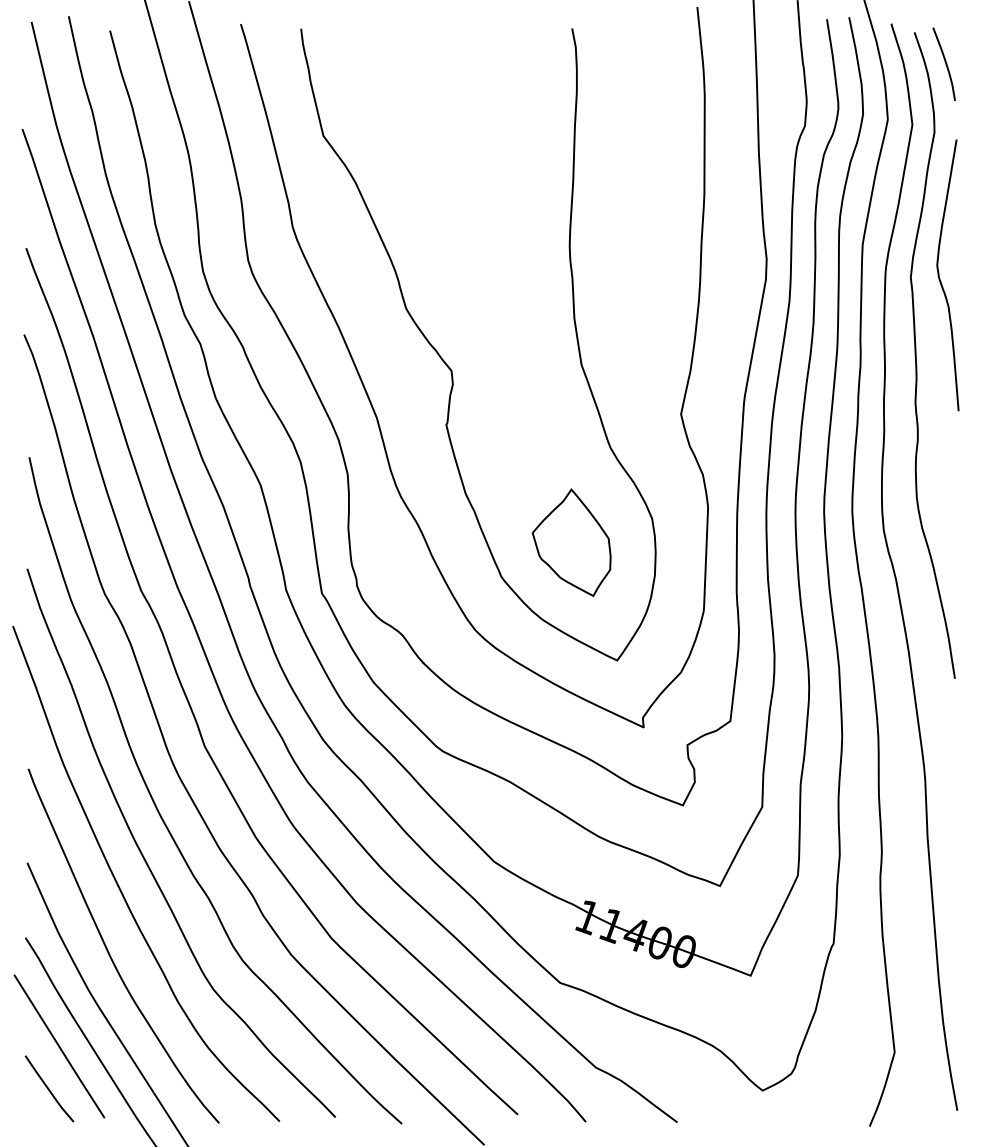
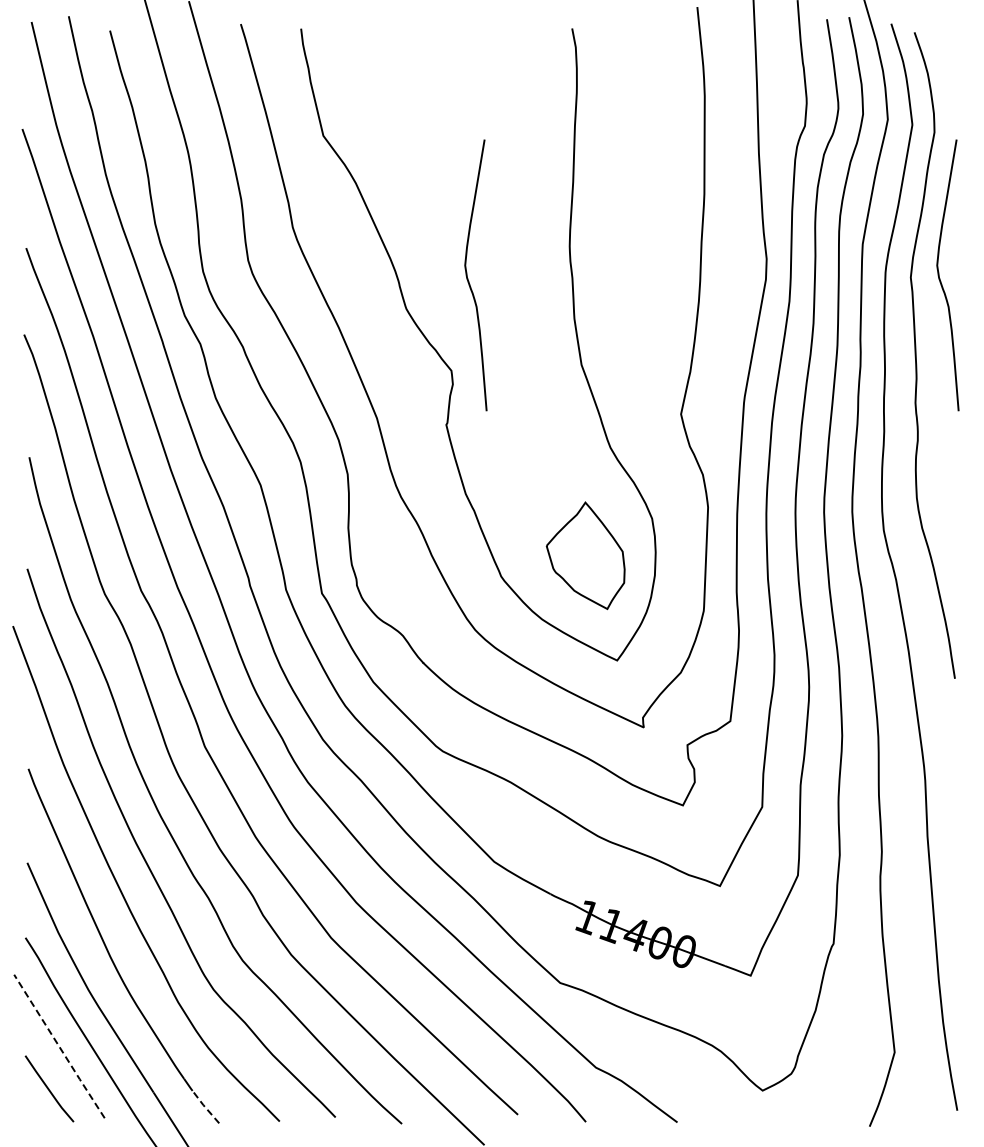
curve at (945, 64): present -> none
curve at (468, 278): none -> present
part at (571, 542) position: (571, 542) -> (585, 555)
line at (59, 1047): solid -> dashed
line at (205, 1107): solid -> dashed
